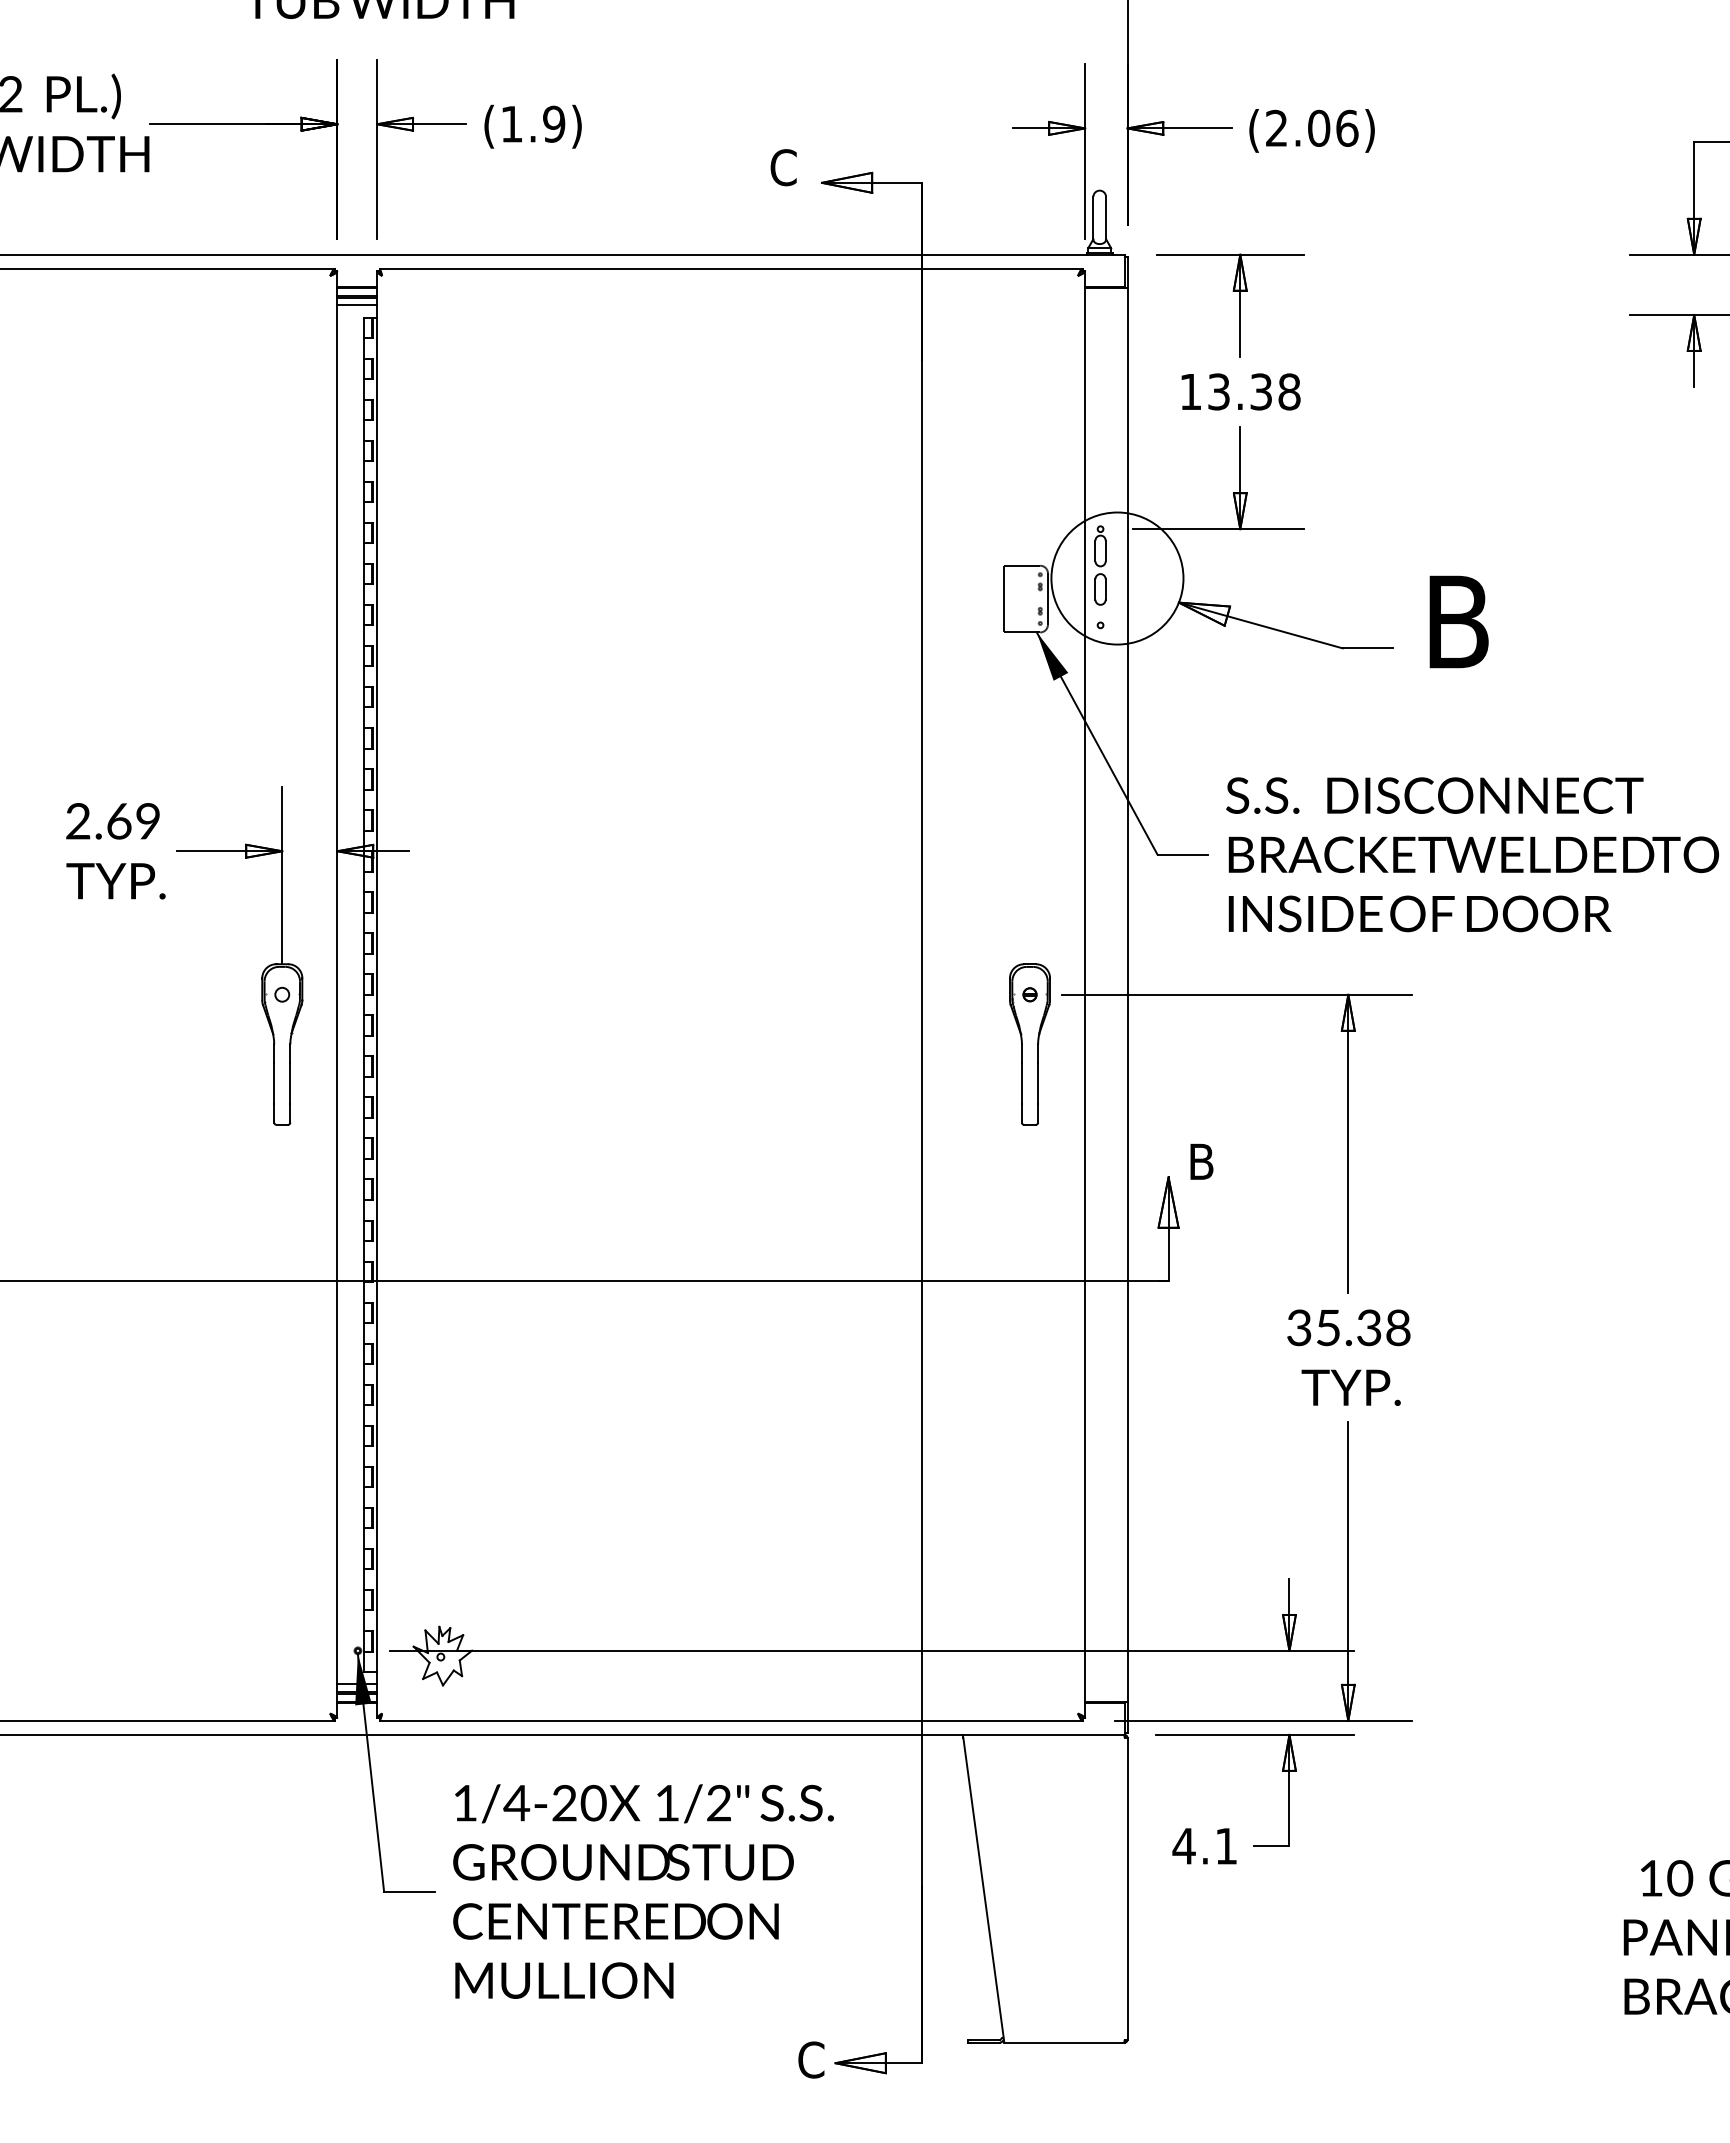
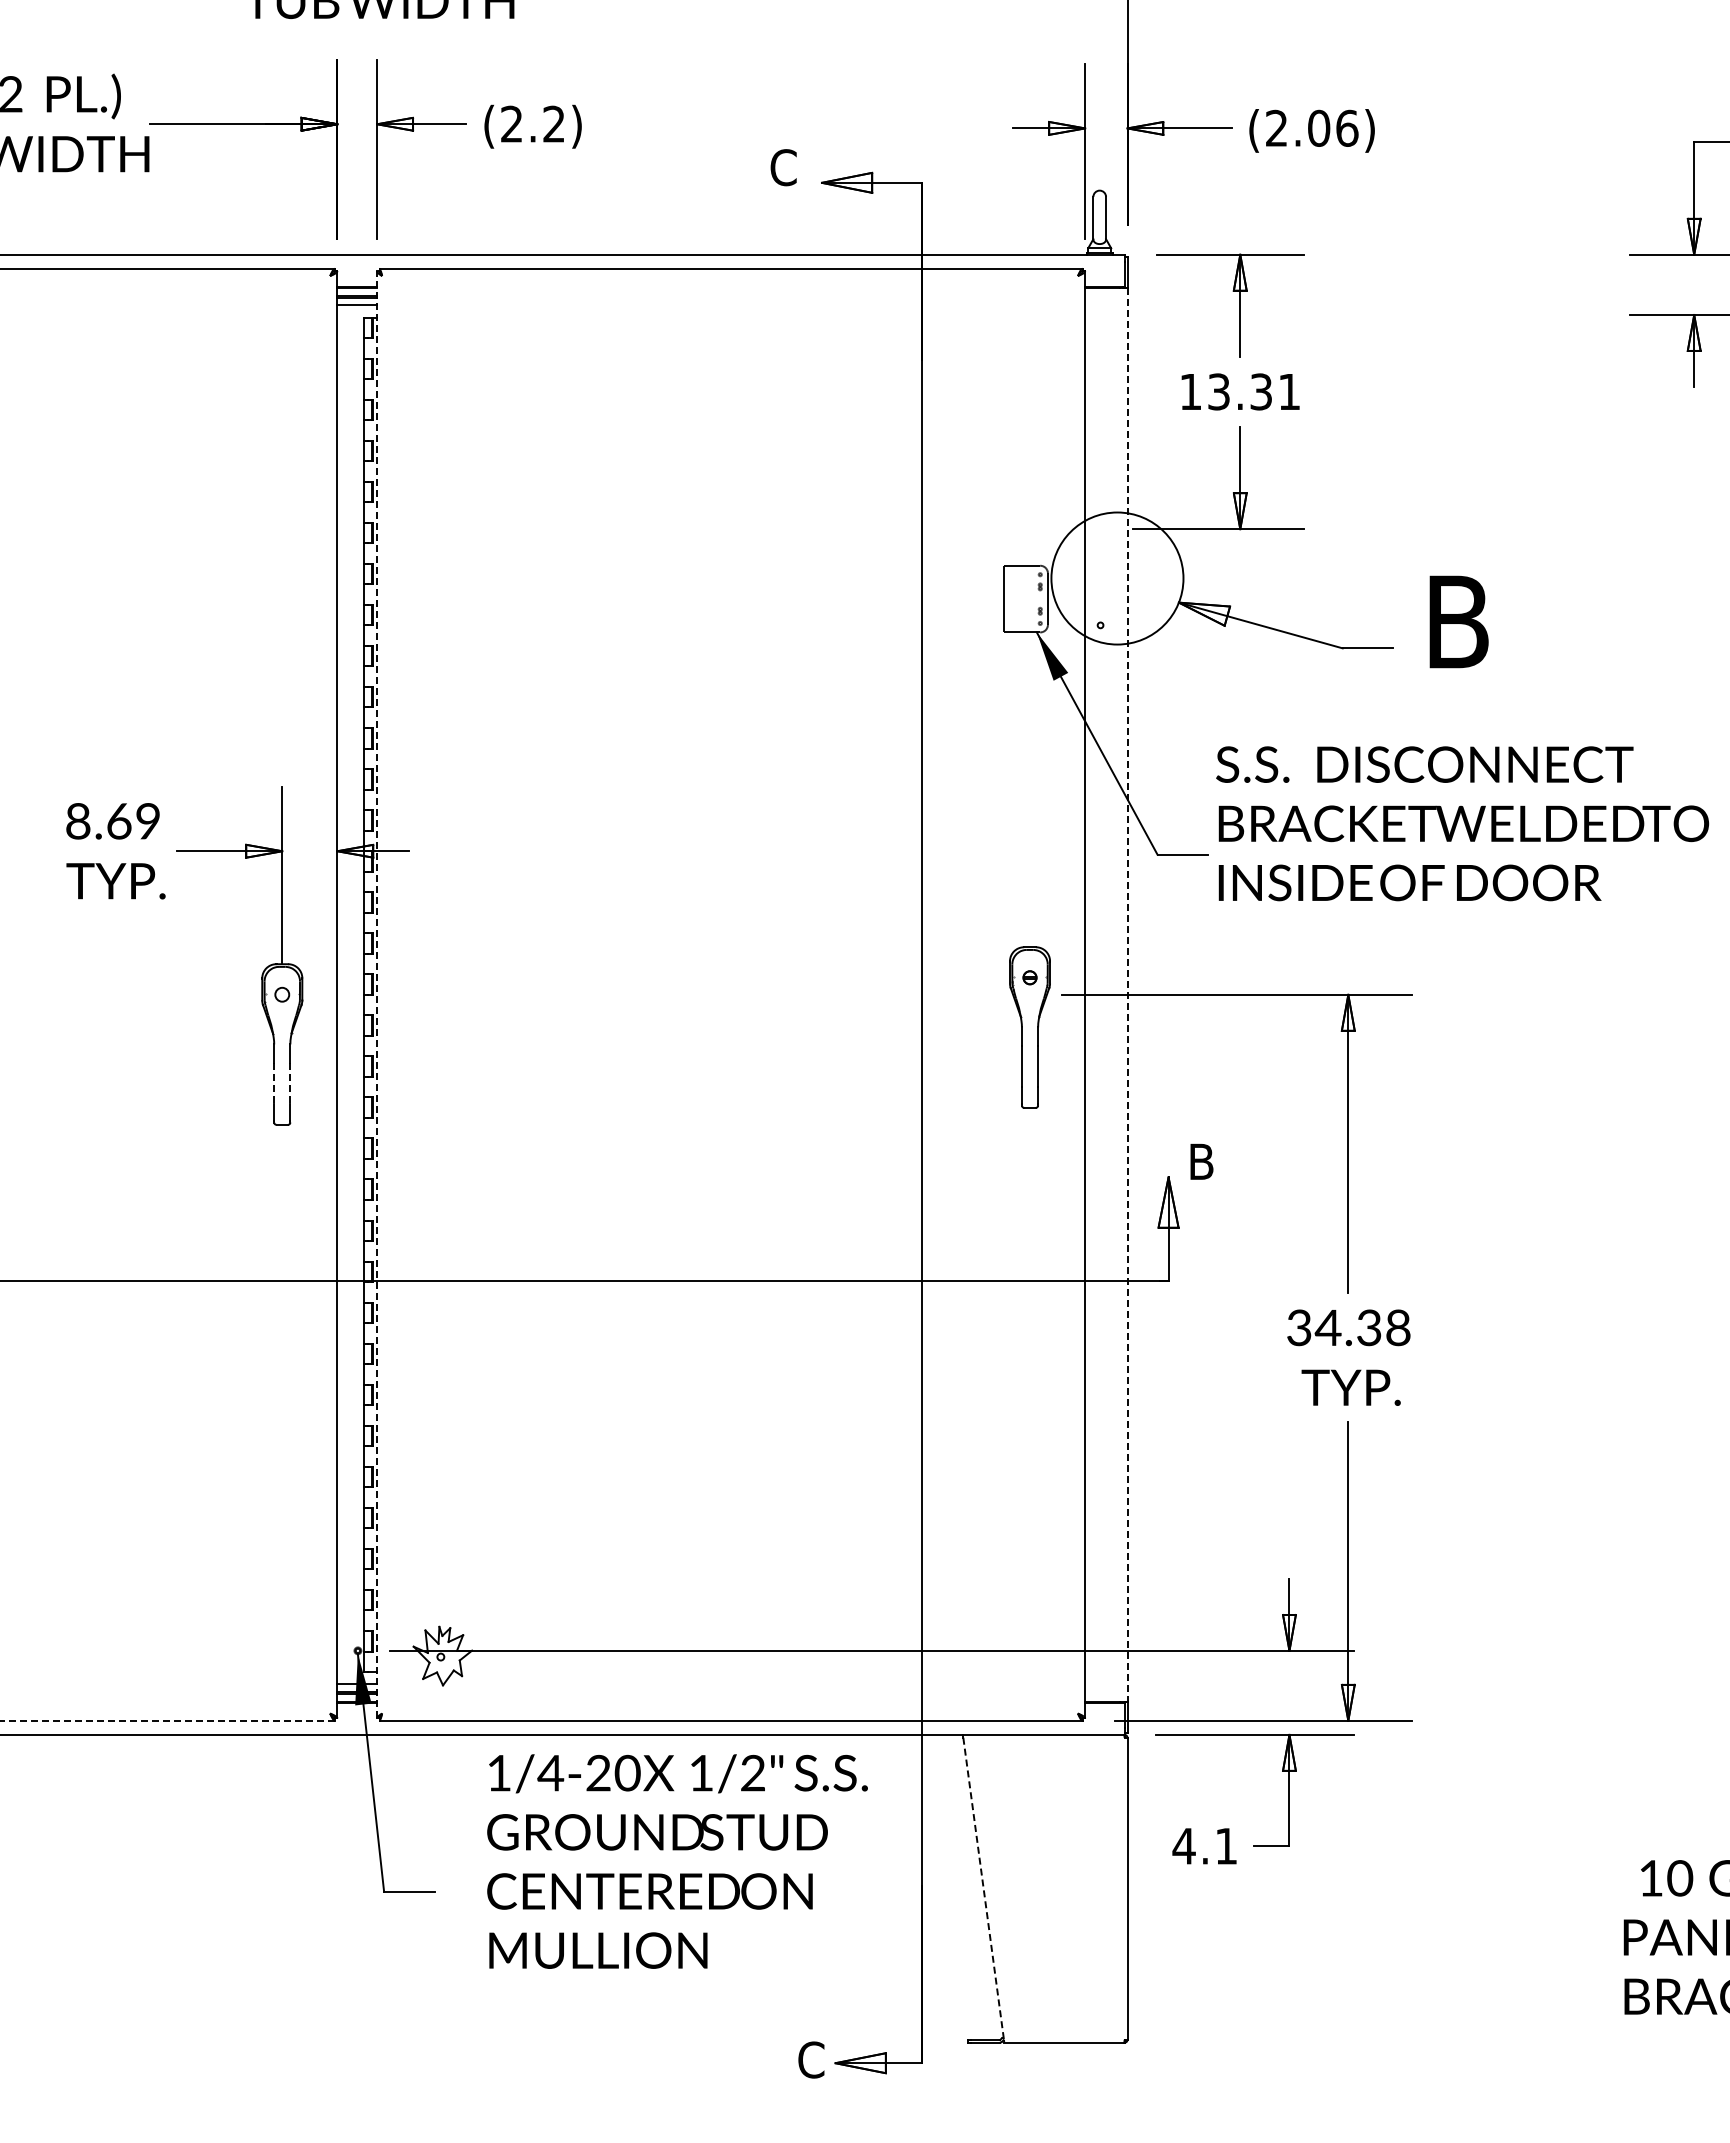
text at (533, 123): (1.9) -> (2.2)
text at (1289, 391): 13.38 -> 13.31
part at (1100, 565): present -> none
text at (78, 821): 2.69 -> 8.69
text at (1472, 854) position: (1472, 854) -> (1462, 823)
line at (377, 994): solid -> dashed
line at (1127, 994): solid -> dashed
part at (1029, 1044) position: (1029, 1044) -> (1029, 1027)
line at (274, 1084): solid -> dashed
line at (290, 1084): solid -> dashed
text at (1327, 1328): 35.38 -> 34.38
line at (167, 1720): solid -> dashed
line at (983, 1889): solid -> dashed
text at (643, 1891) position: (643, 1891) -> (677, 1861)
